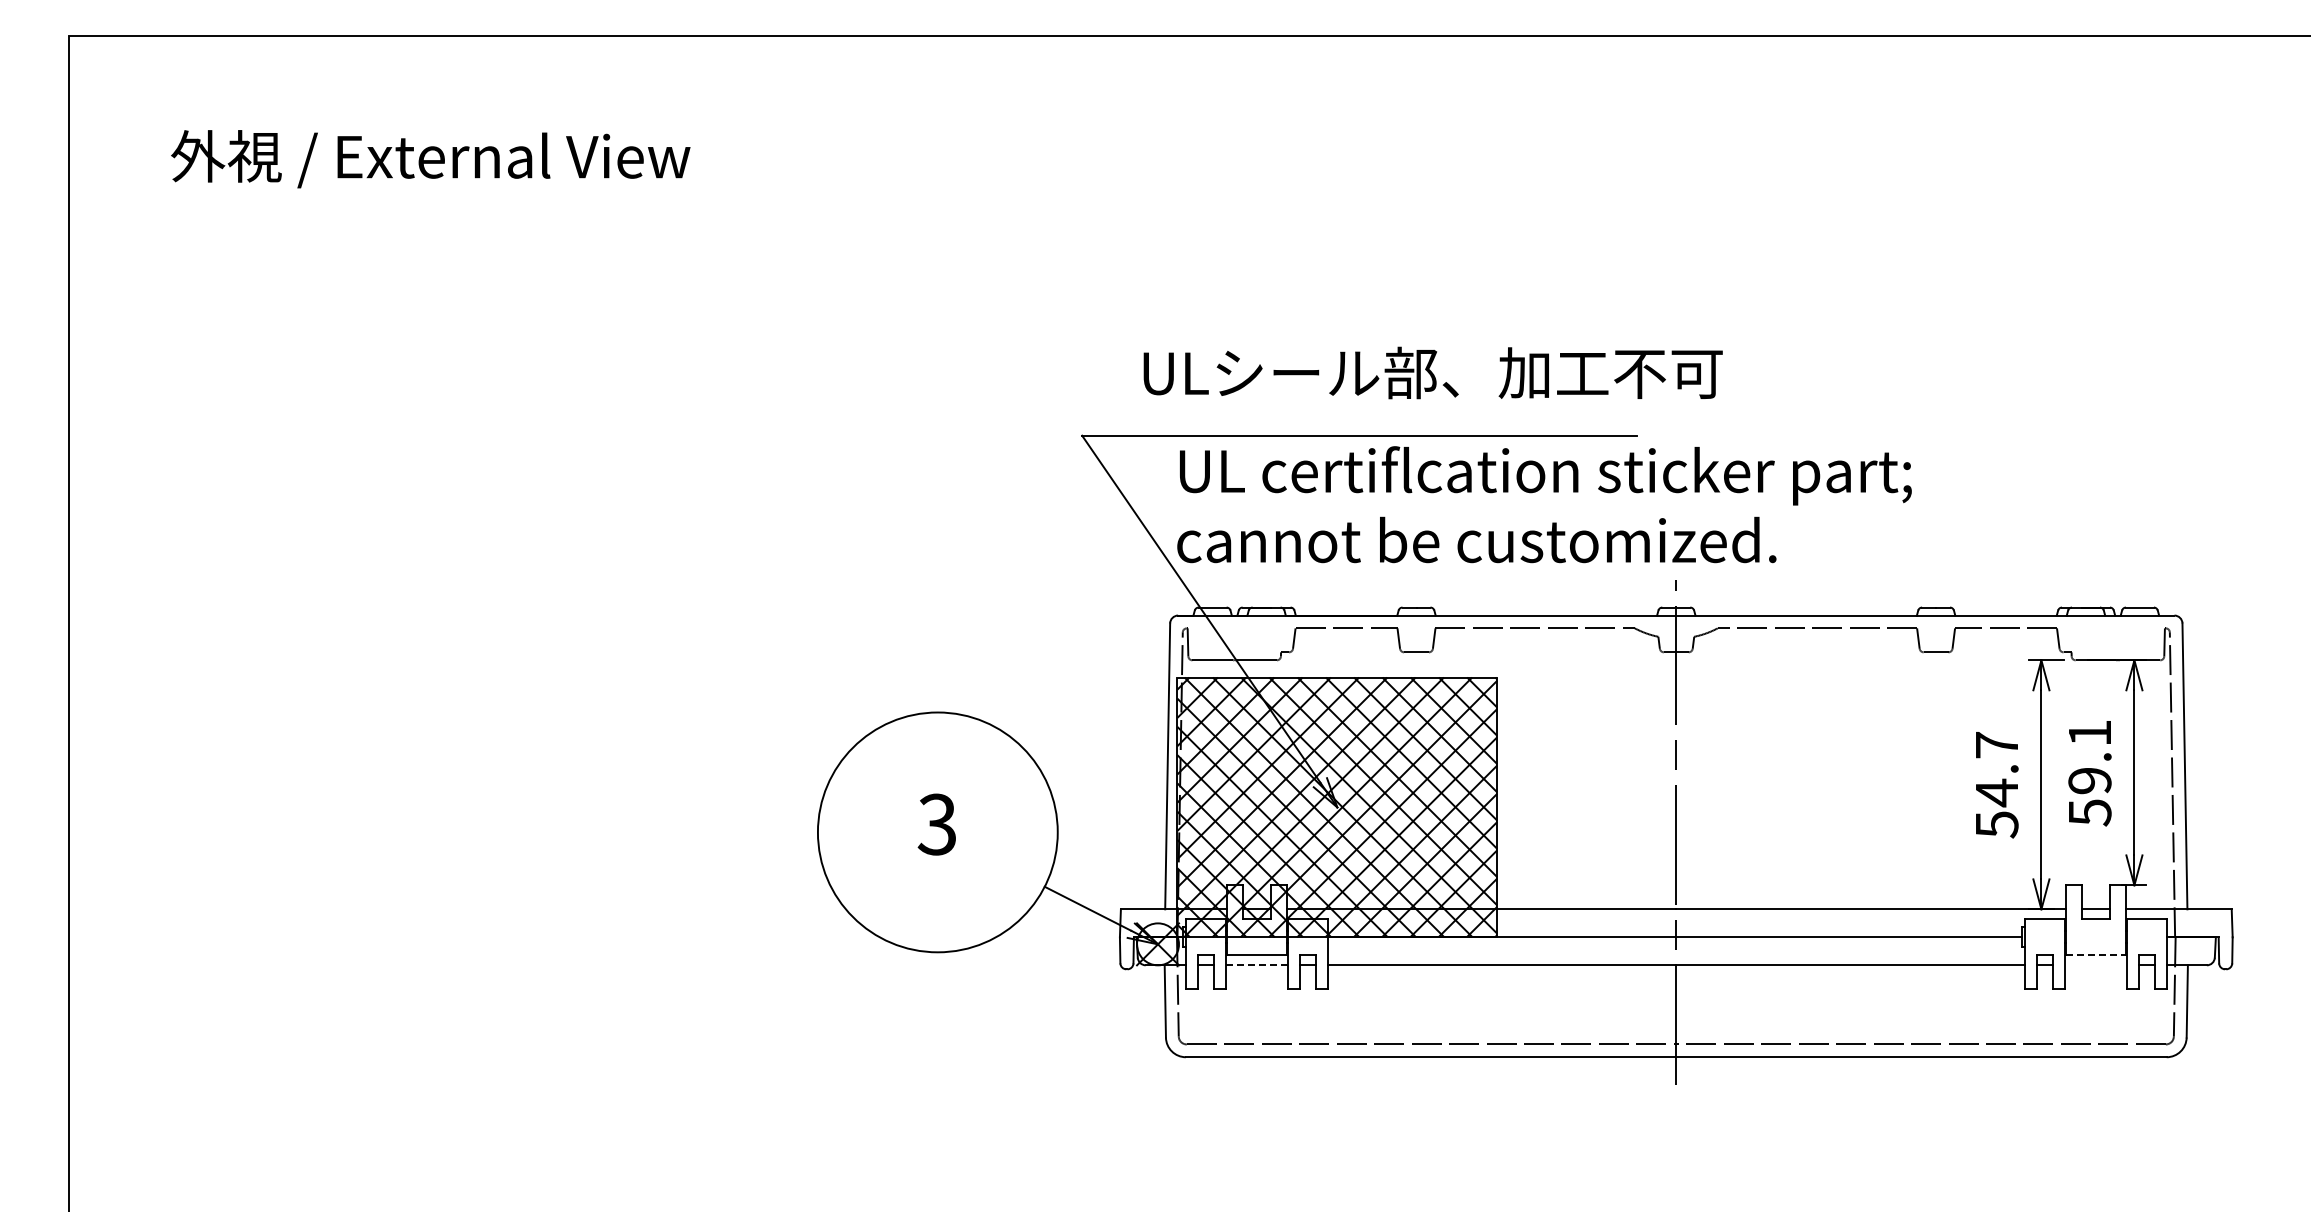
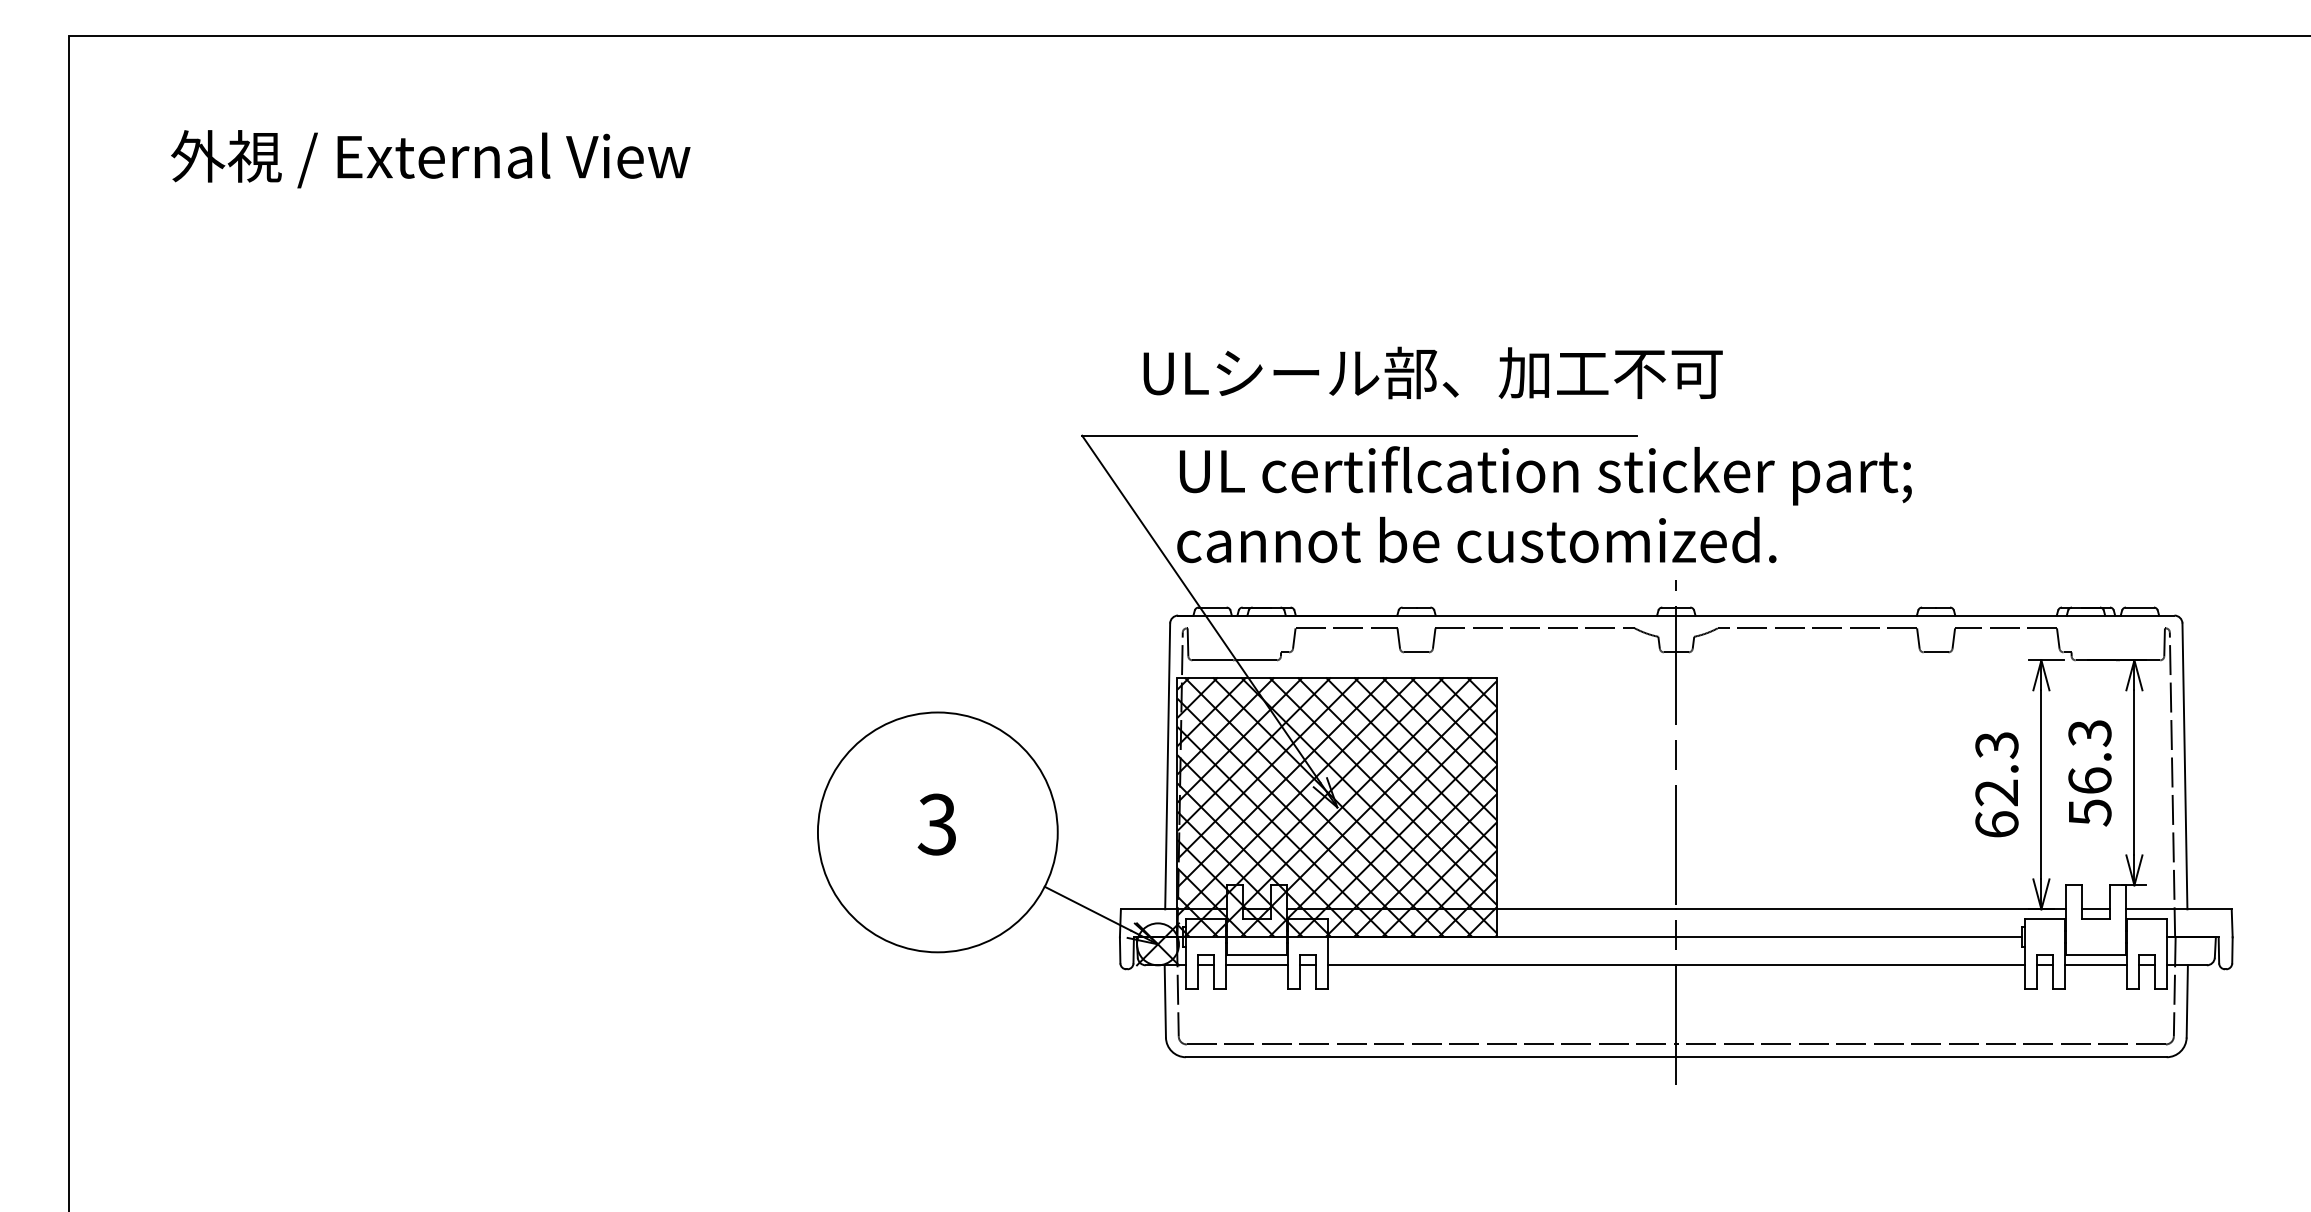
text at (2089, 757): 59.1 -> 56.3
text at (1996, 785): 54.7 -> 62.3
line at (2095, 955): dashed -> solid
line at (1256, 965): dashed -> solid
line at (2095, 965): none -> present
